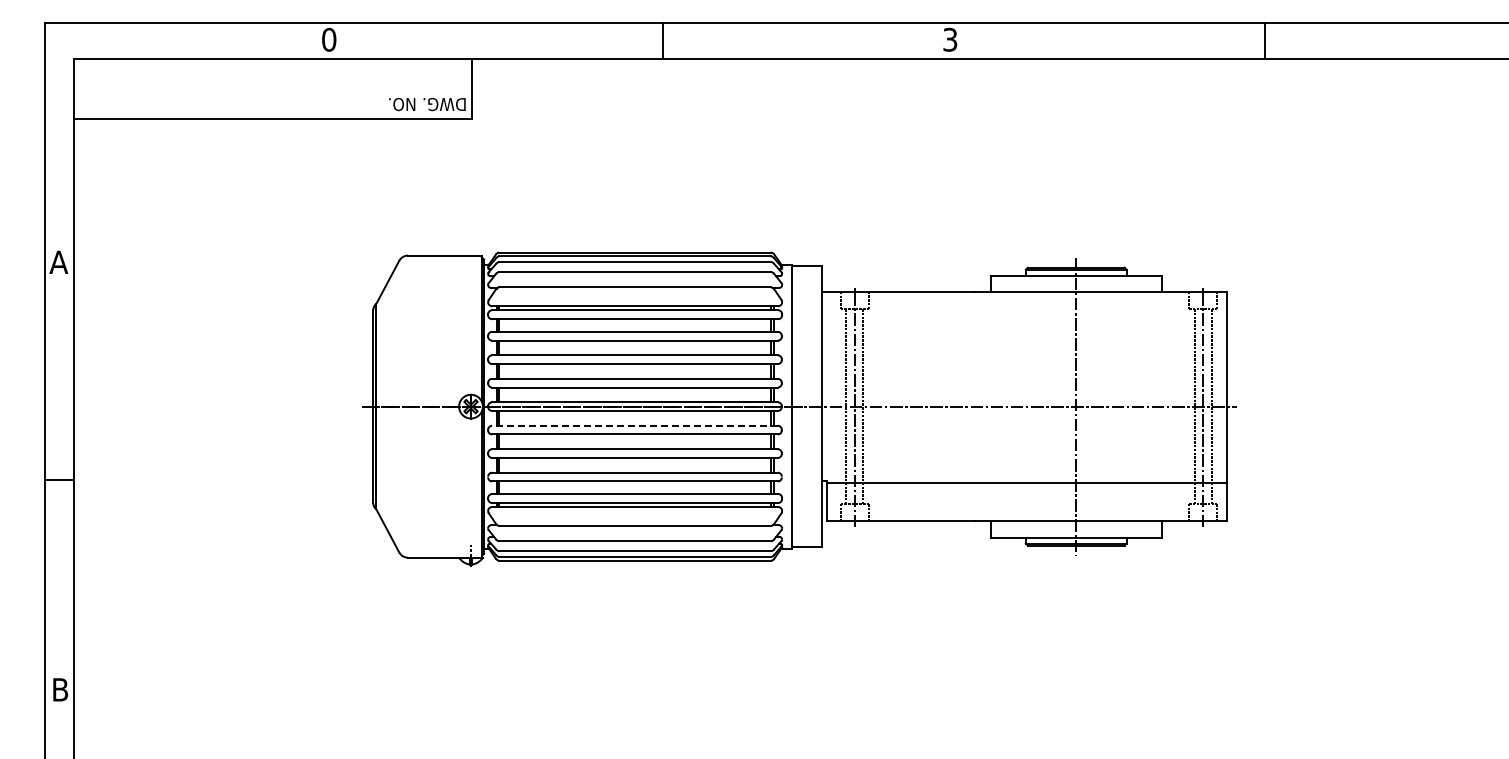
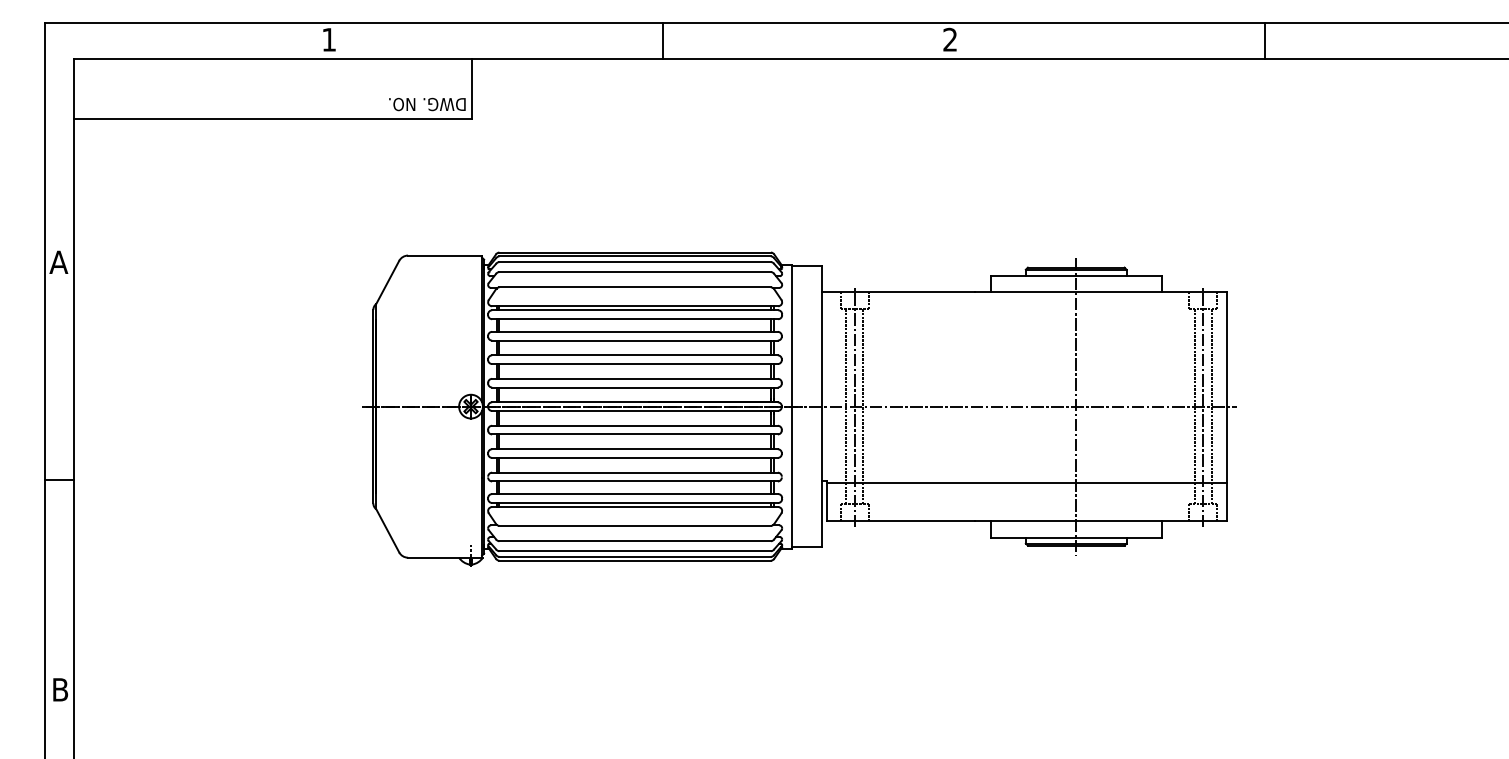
text at (329, 39): 0 -> 1
text at (950, 39): 3 -> 2
line at (634, 425): dashed -> solid
